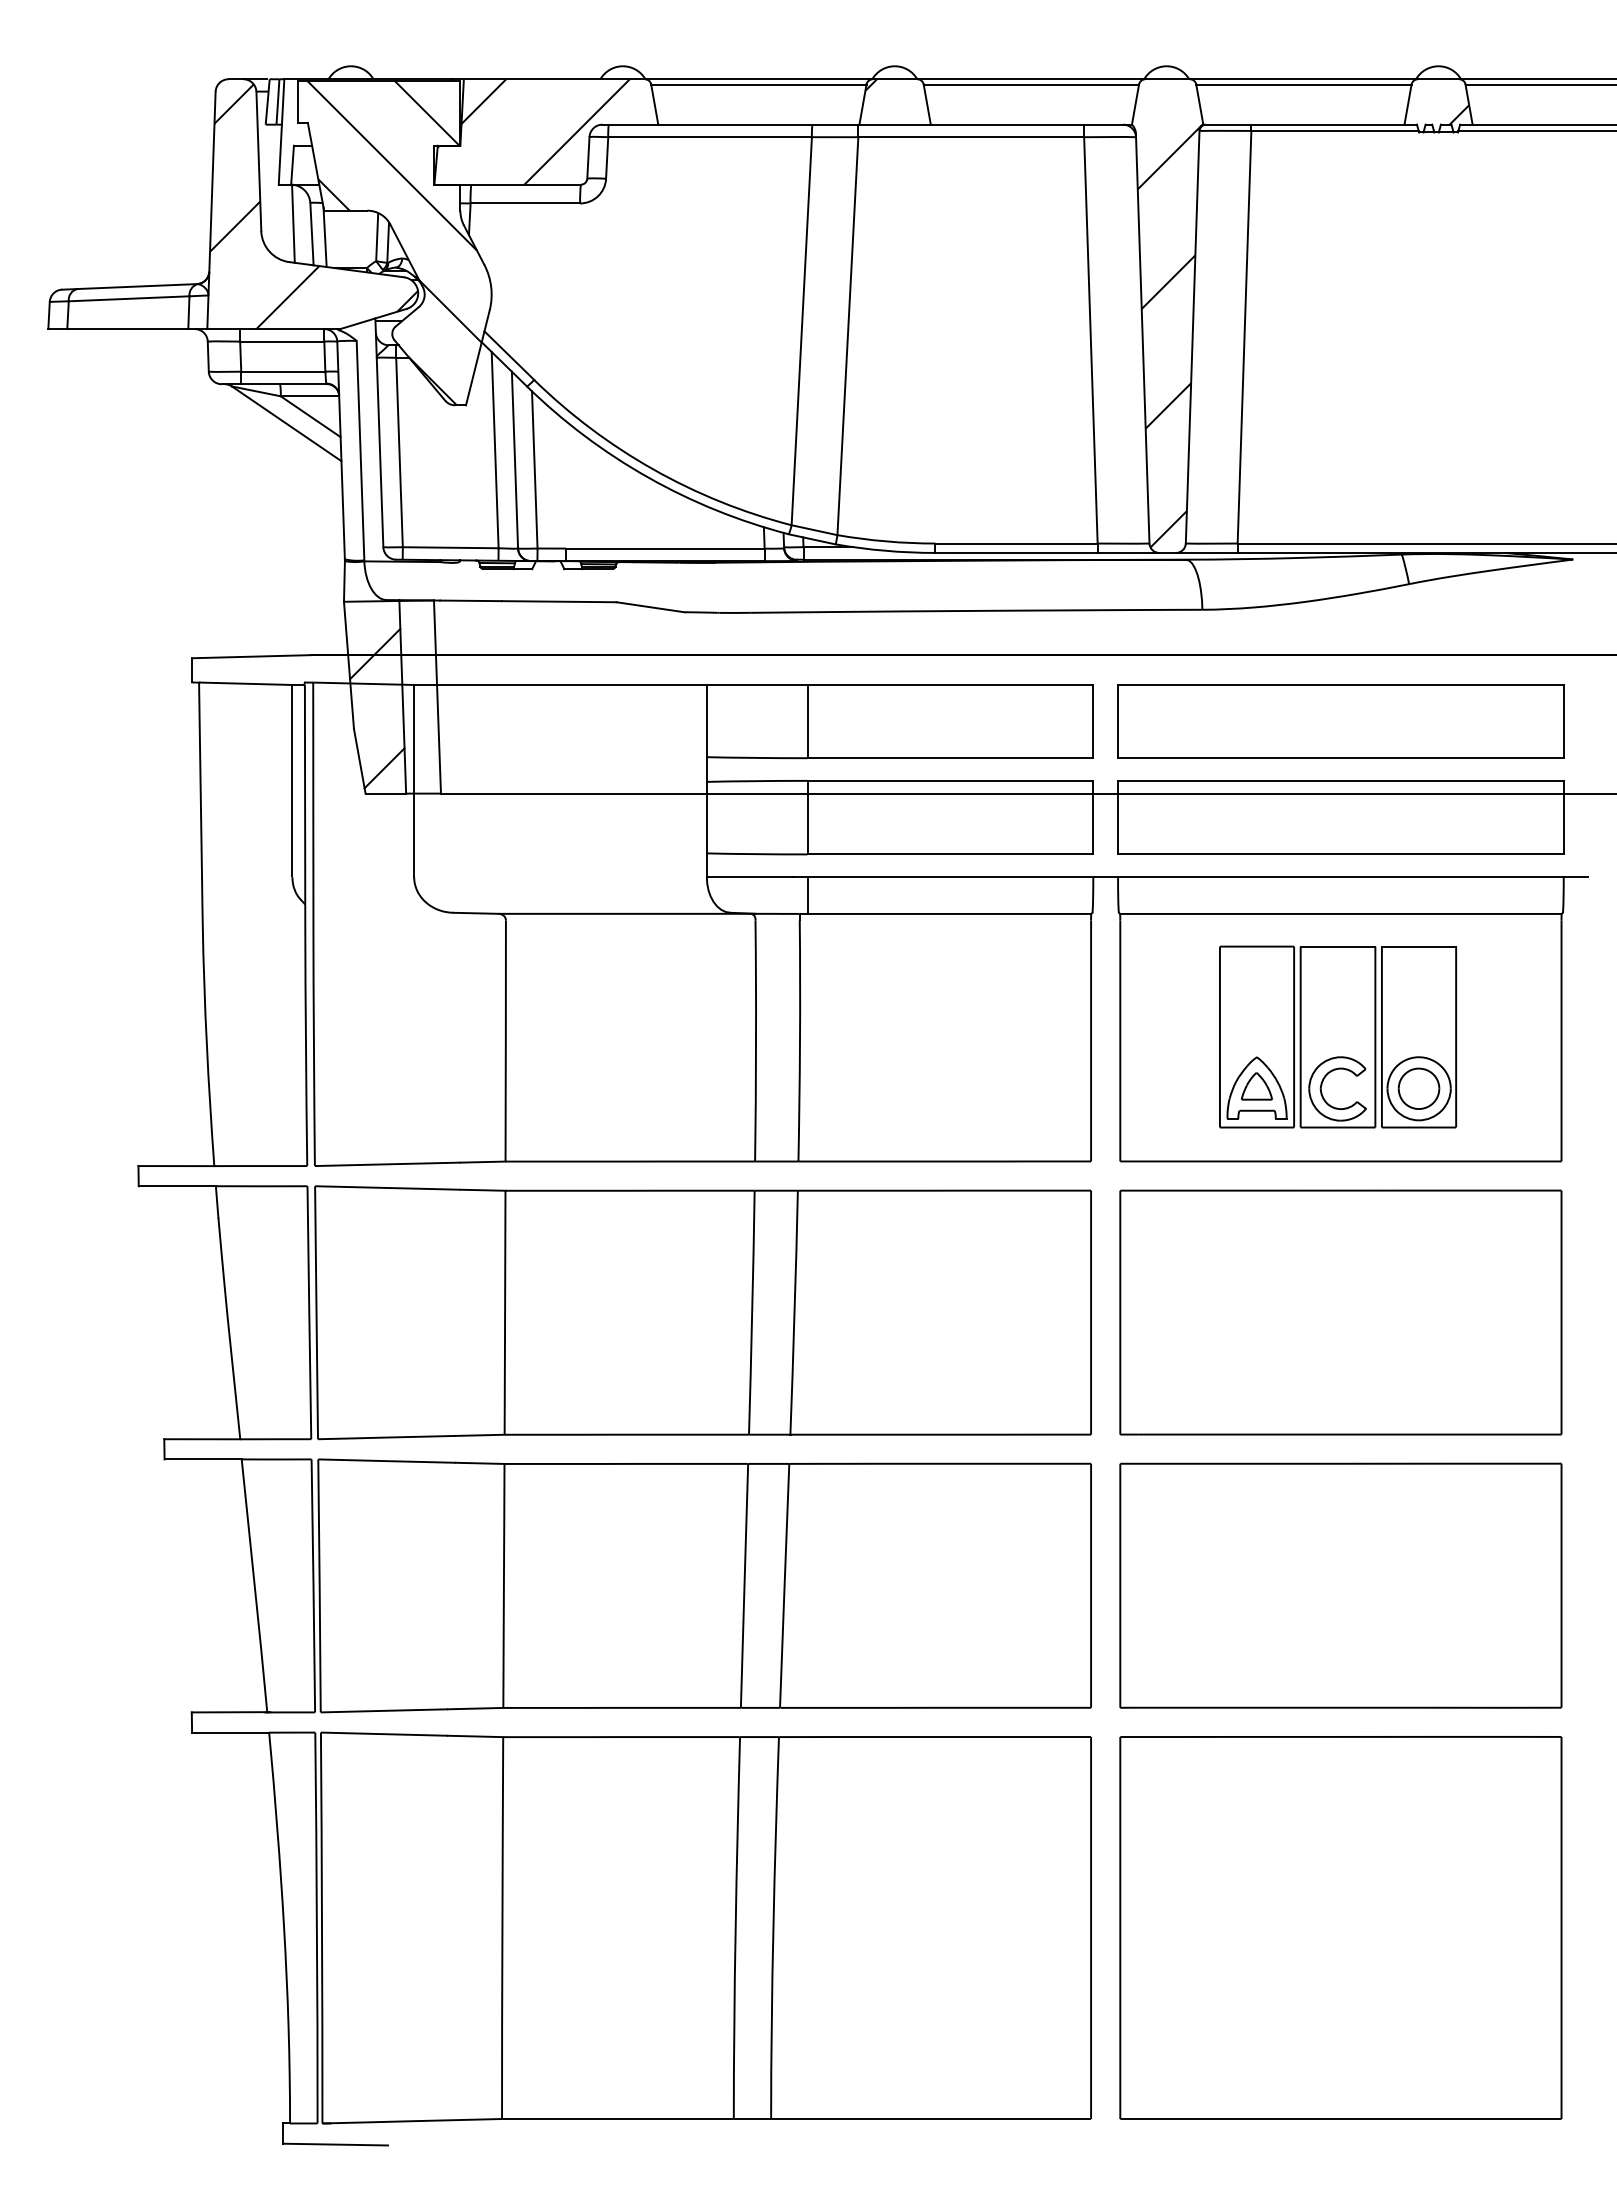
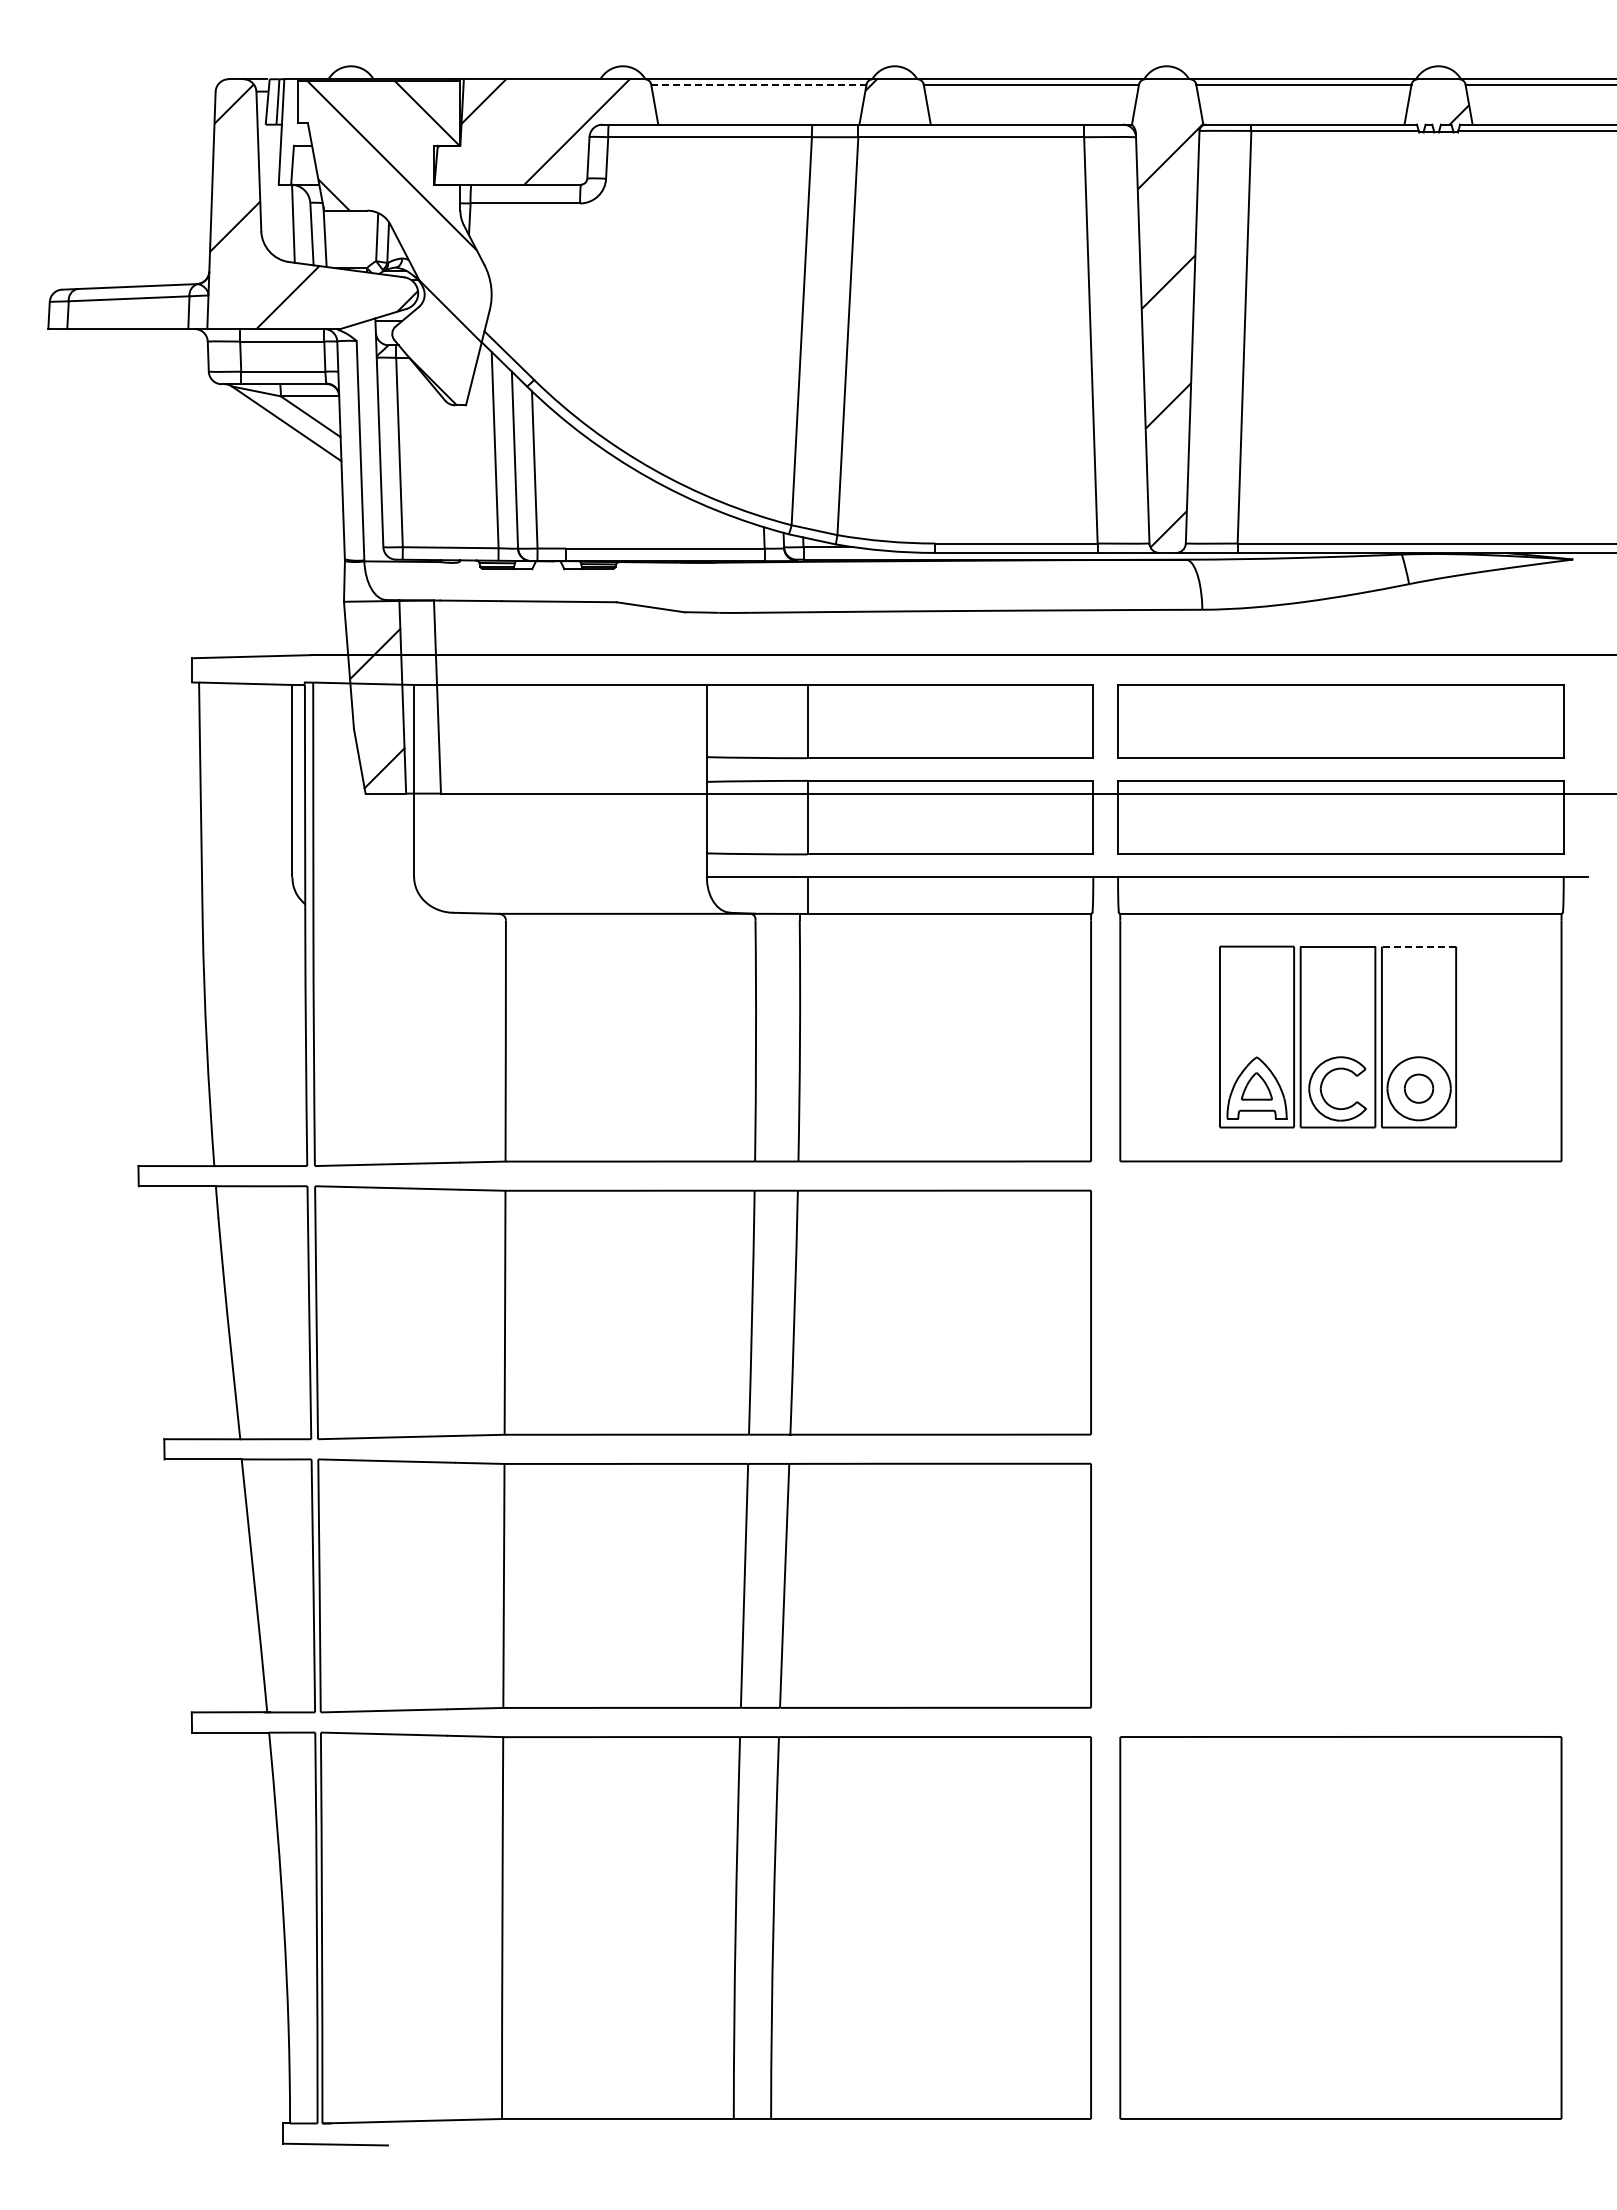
line at (758, 84): solid -> dashed
line at (1418, 946): solid -> dashed
part at (1418, 1088) size: 44x43 px -> 31x31 px
part at (1340, 1312): present -> none
part at (1340, 1585): present -> none
